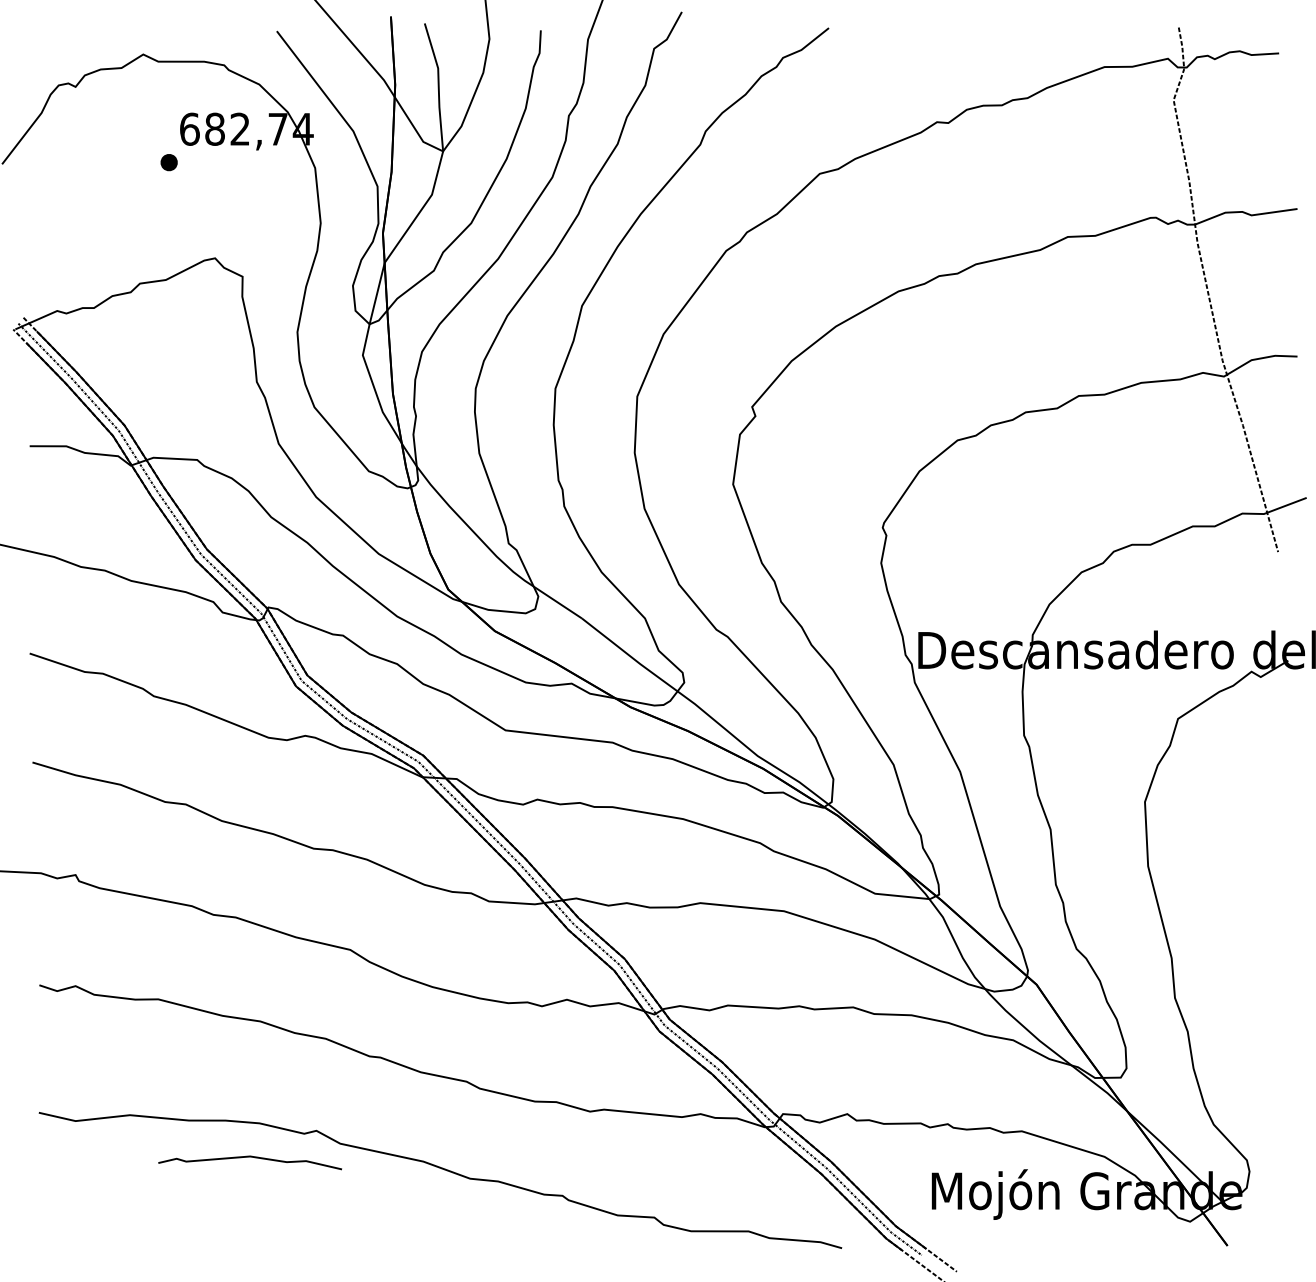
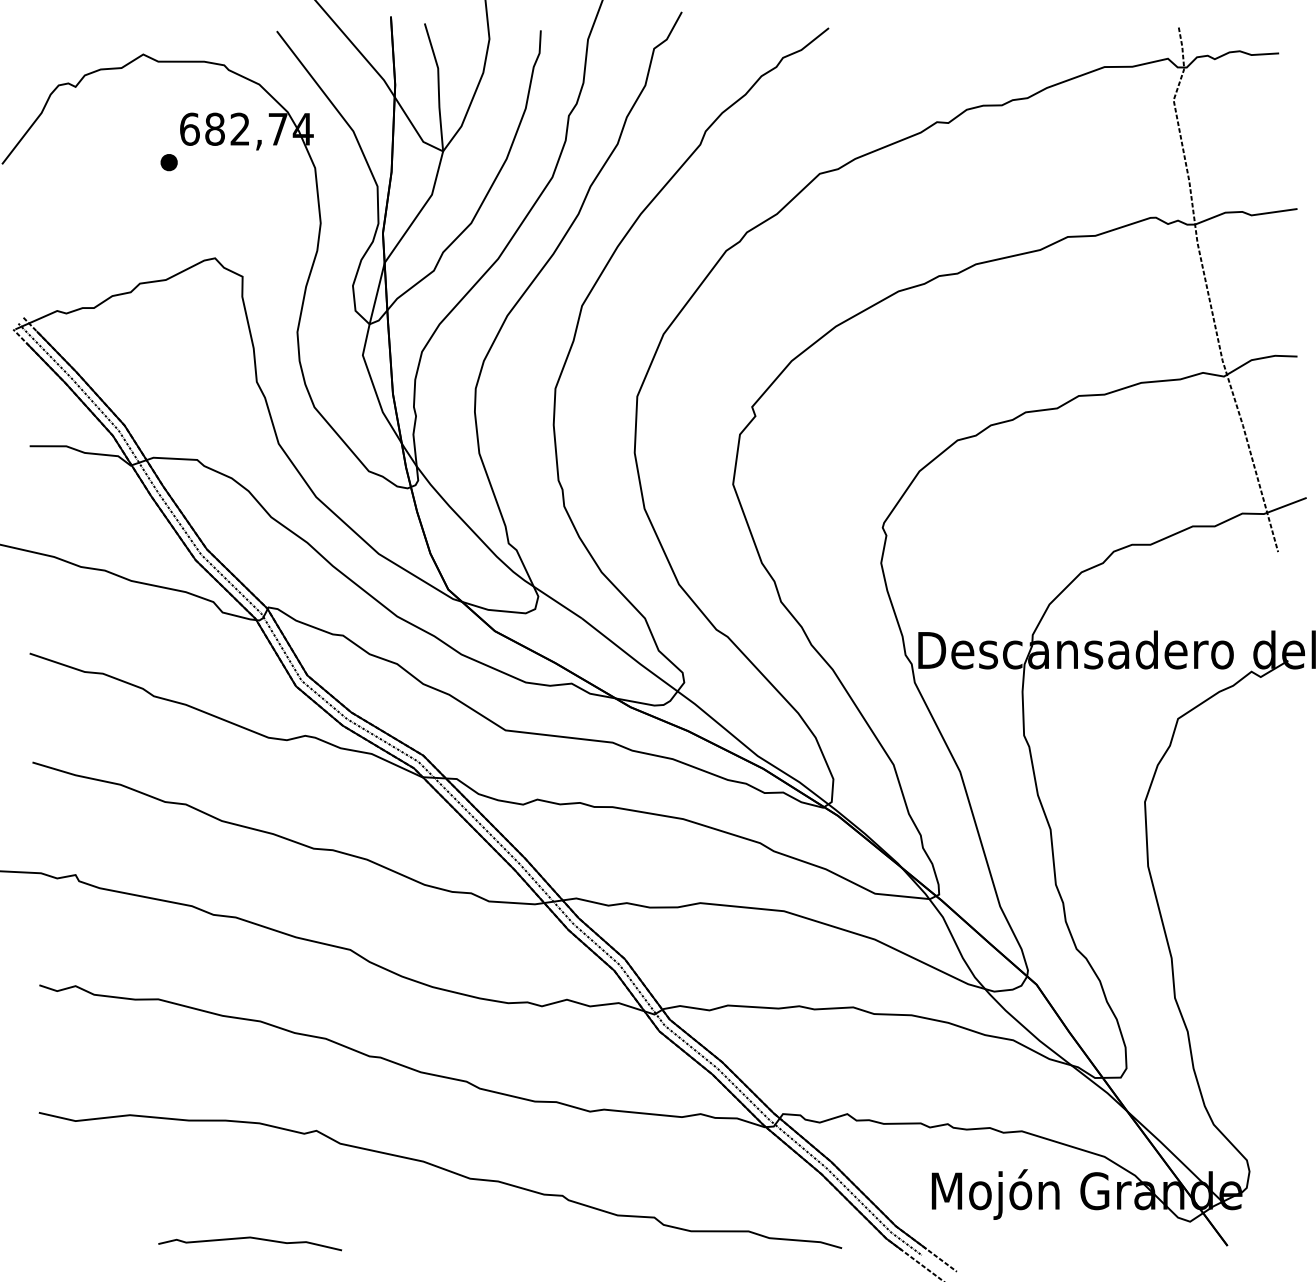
part at (250, 1162) position: (250, 1162) -> (250, 1243)
